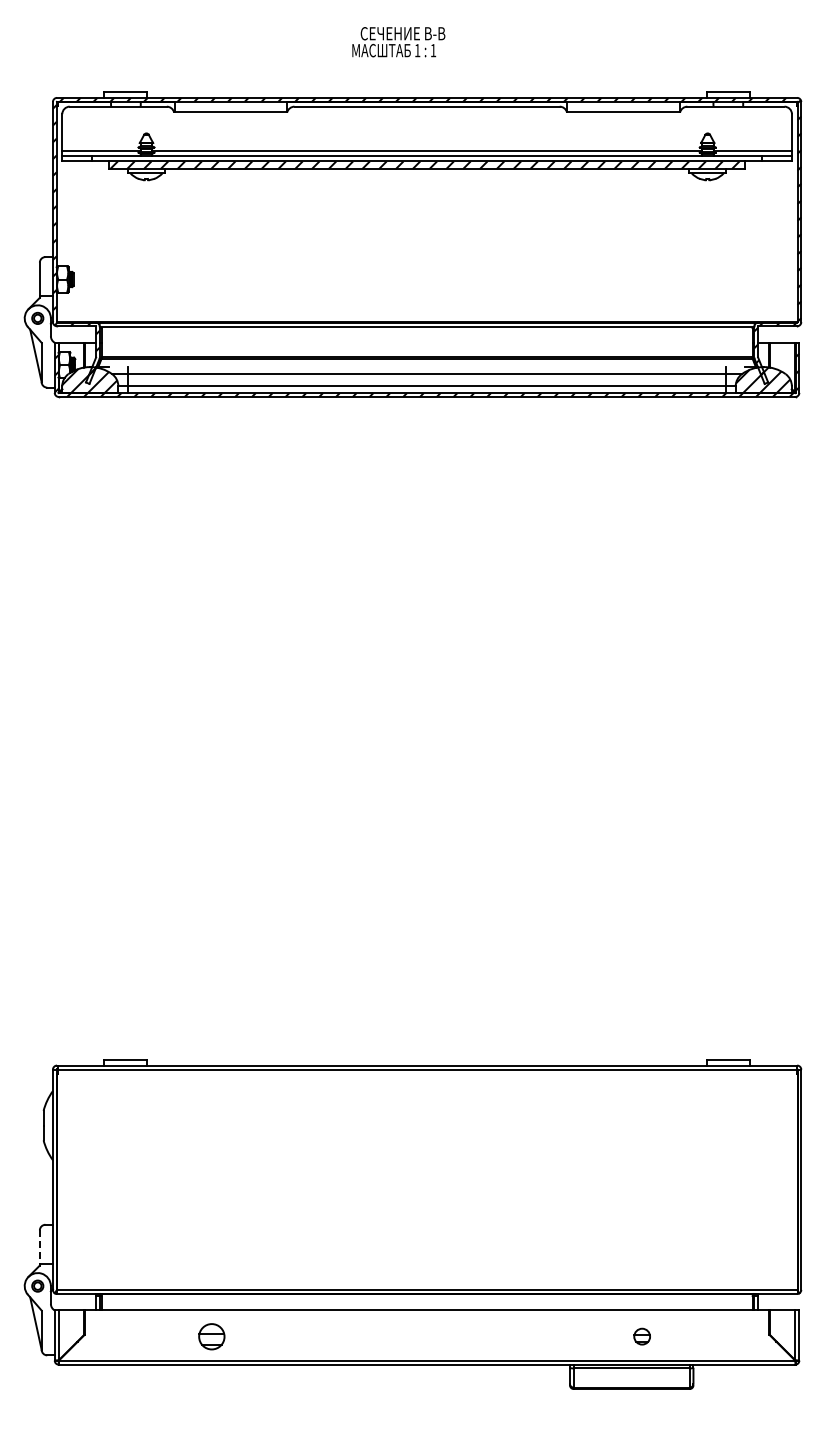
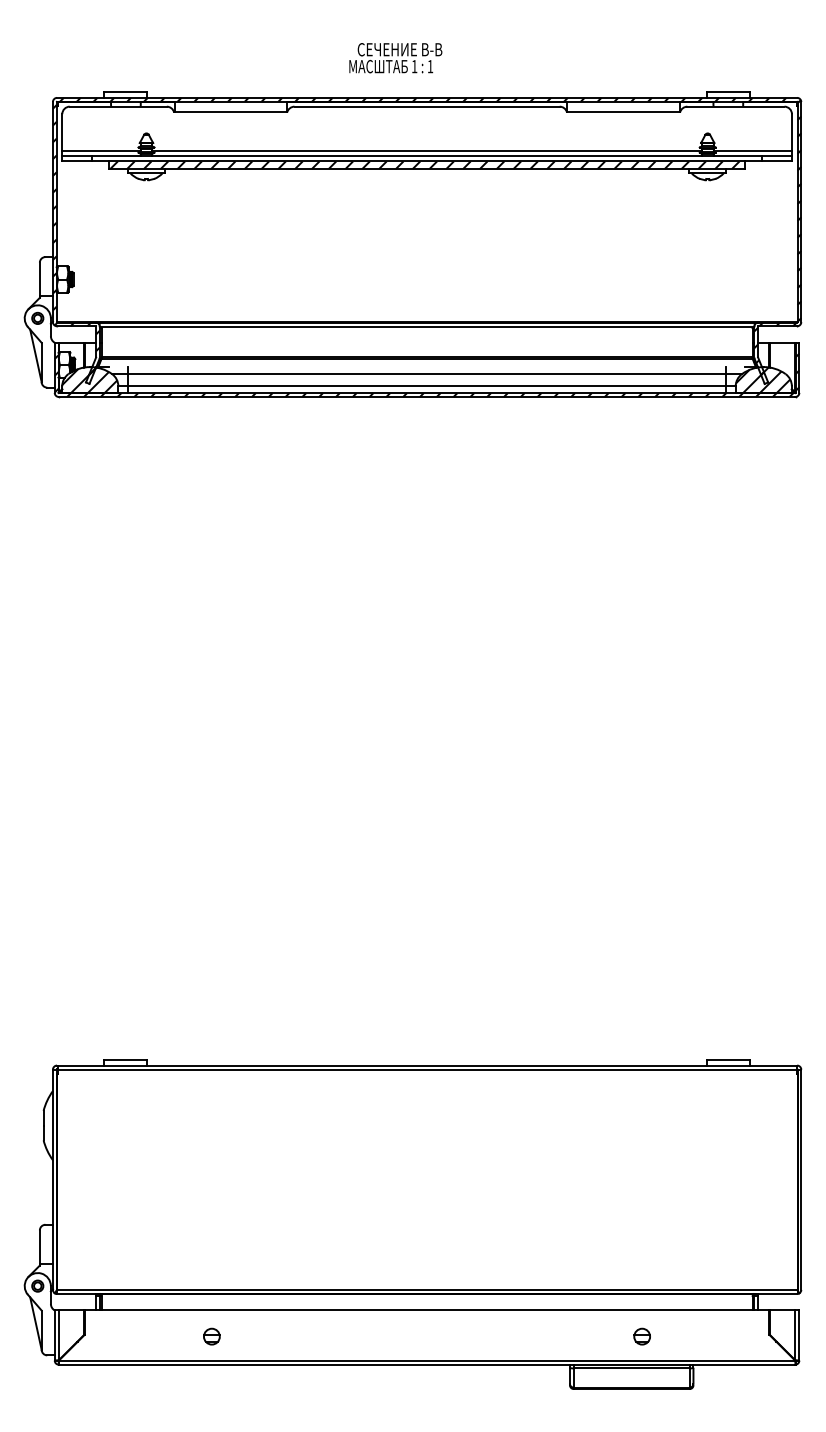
text at (398, 42) position: (398, 42) -> (395, 58)
line at (39, 1247): dashed -> solid
part at (211, 1336) size: 28x28 px -> 18x19 px
